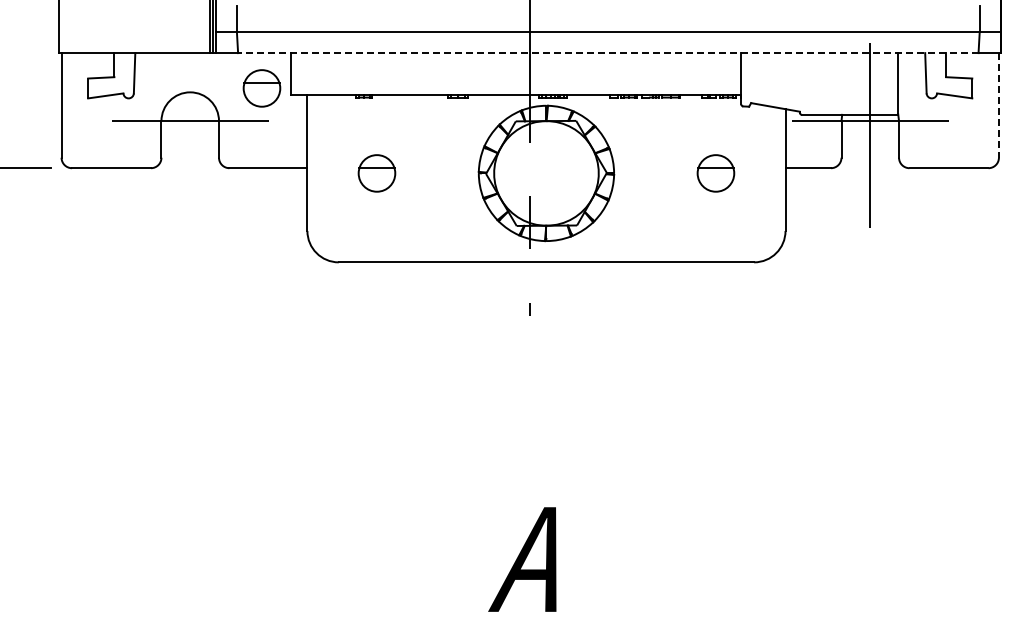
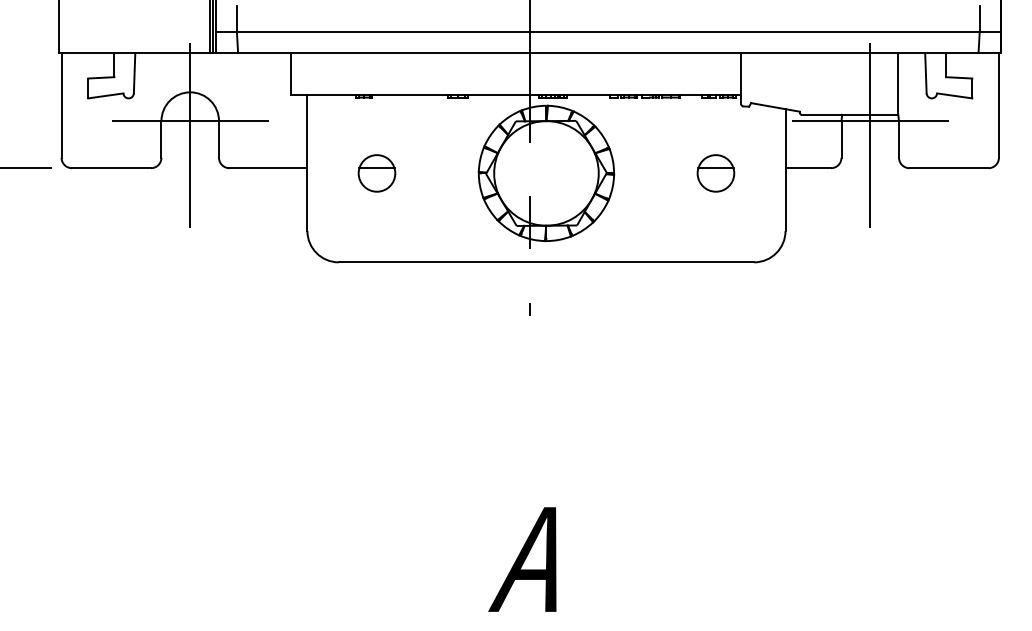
line at (607, 53): dashed -> solid
part at (261, 88): present -> none
line at (998, 105): dashed -> solid
line at (190, 134): none -> present
